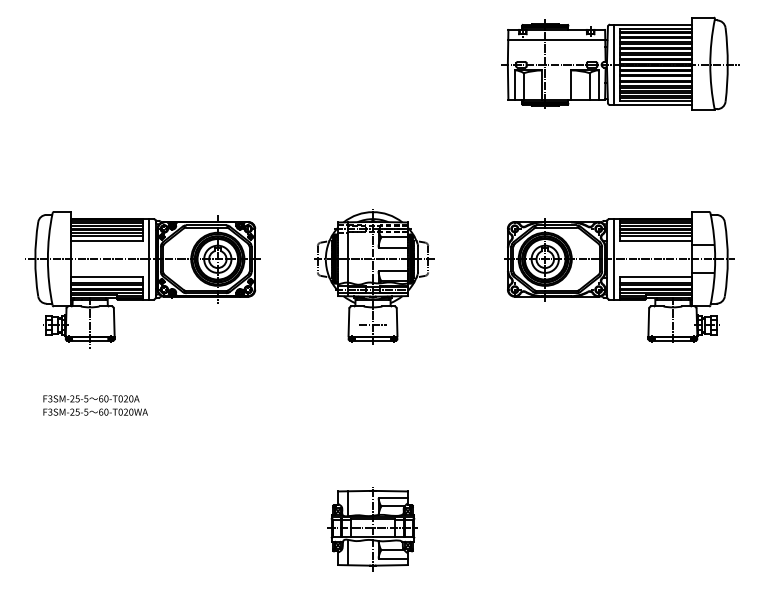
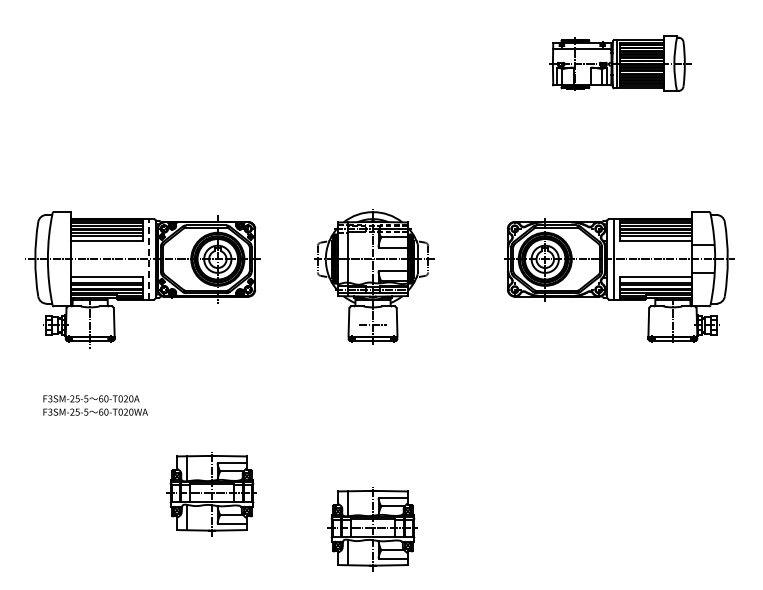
part at (620, 63) size: 239x95 px -> 143x57 px
line at (148, 258): solid -> dashed
part at (211, 494): none -> present
